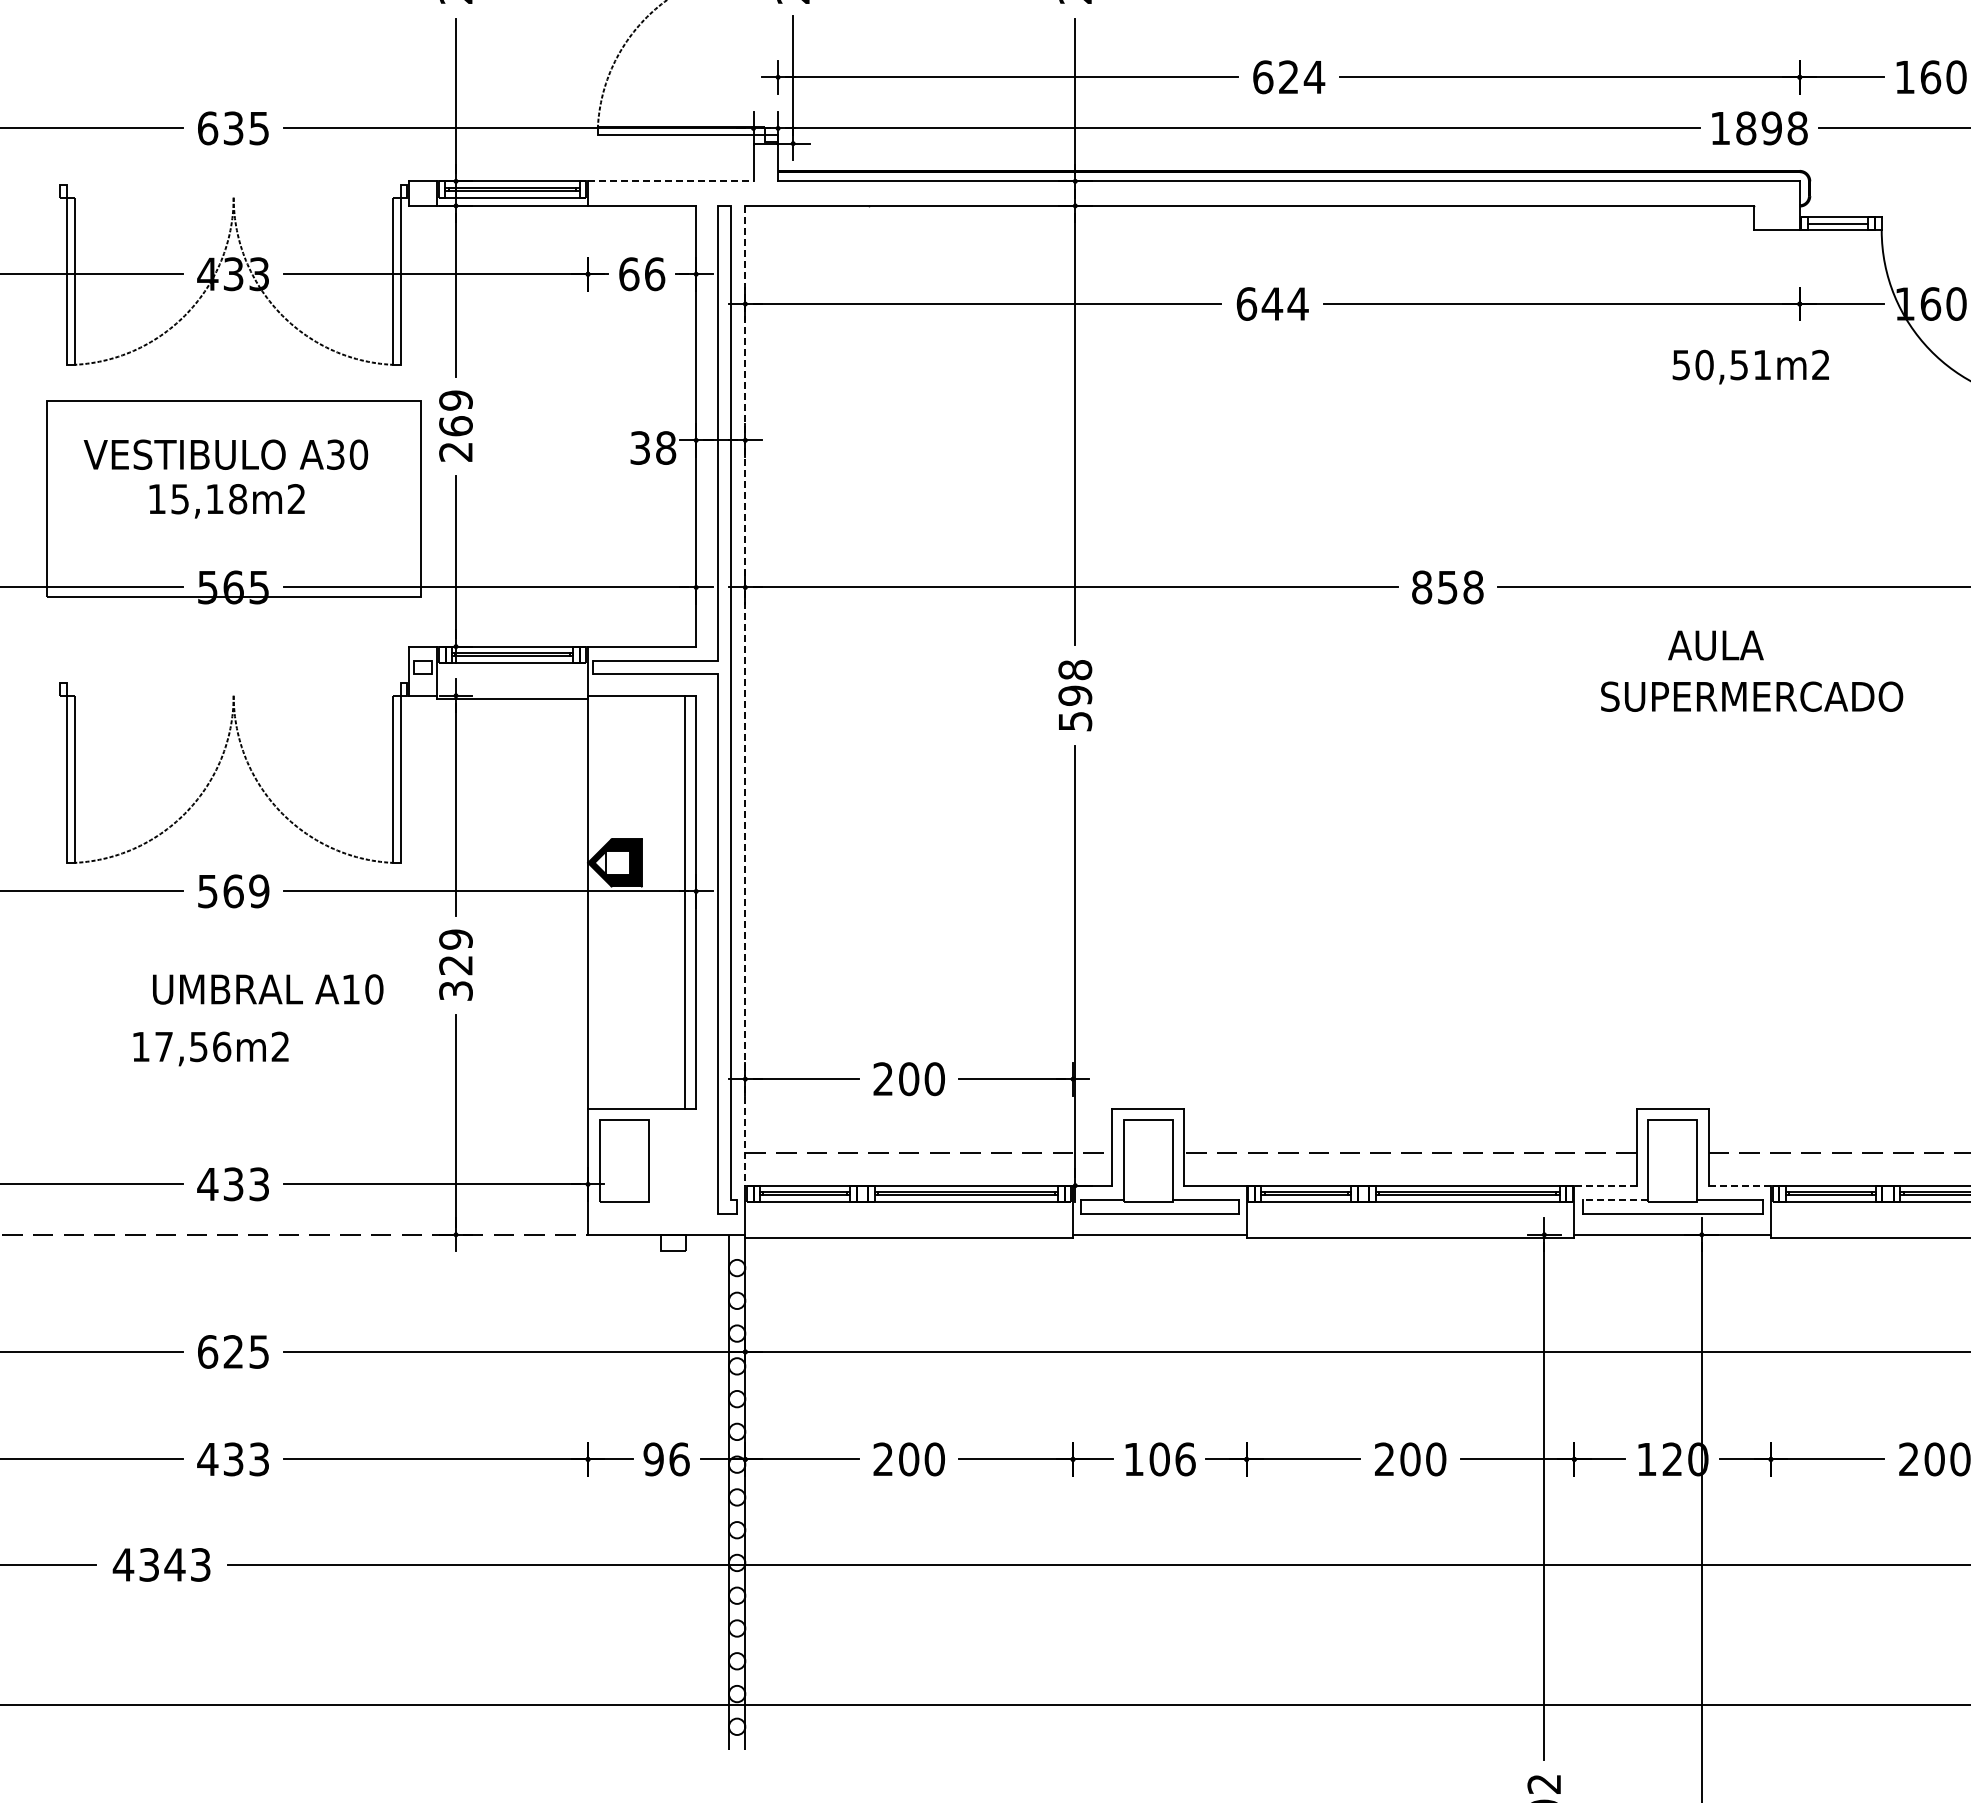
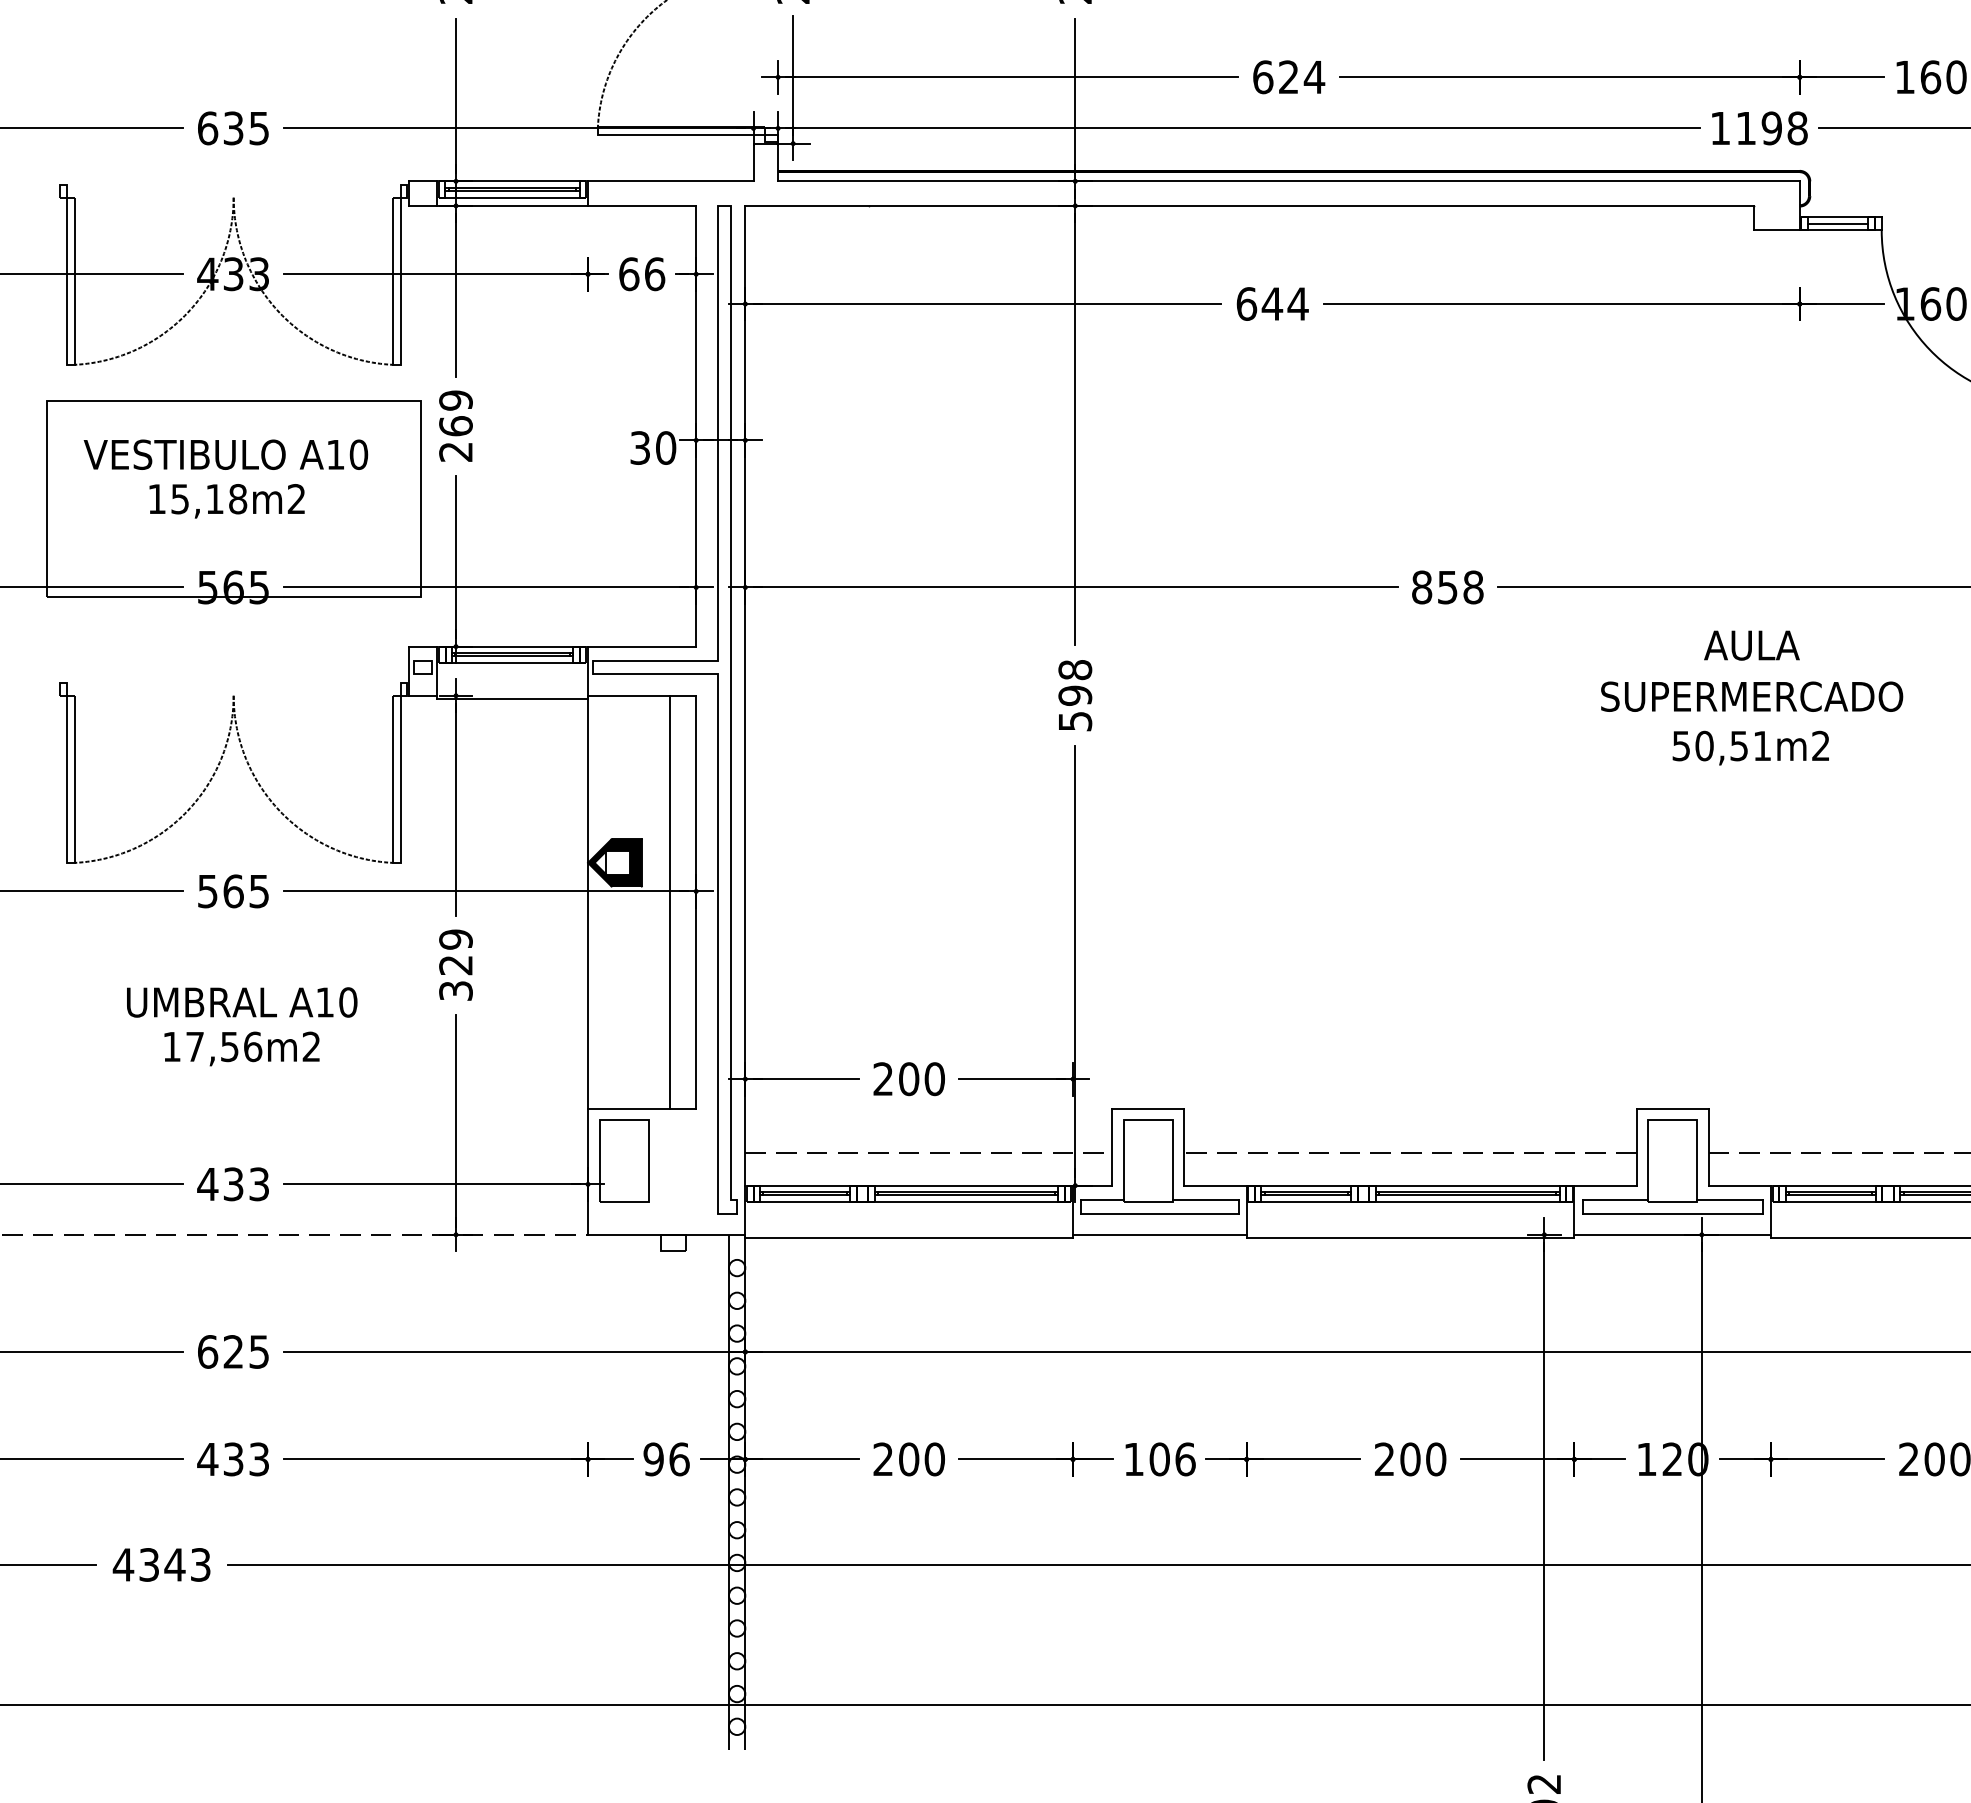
text at (1746, 128): 1898 -> 1198
line at (670, 181): dashed -> solid
text at (1750, 366) position: (1750, 366) -> (1750, 747)
text at (666, 447): 38 -> 30
text at (335, 454): A30 -> A10
text at (1715, 645) position: (1715, 645) -> (1751, 645)
line at (745, 695): dashed -> solid
text at (259, 891): 569 -> 565
line at (684, 901) position: (684, 901) -> (669, 901)
text at (268, 989) position: (268, 989) -> (242, 1002)
text at (210, 1048) position: (210, 1048) -> (241, 1048)
line at (1604, 1185): dashed -> solid
line at (1739, 1185): dashed -> solid
line at (1615, 1200): dashed -> solid
